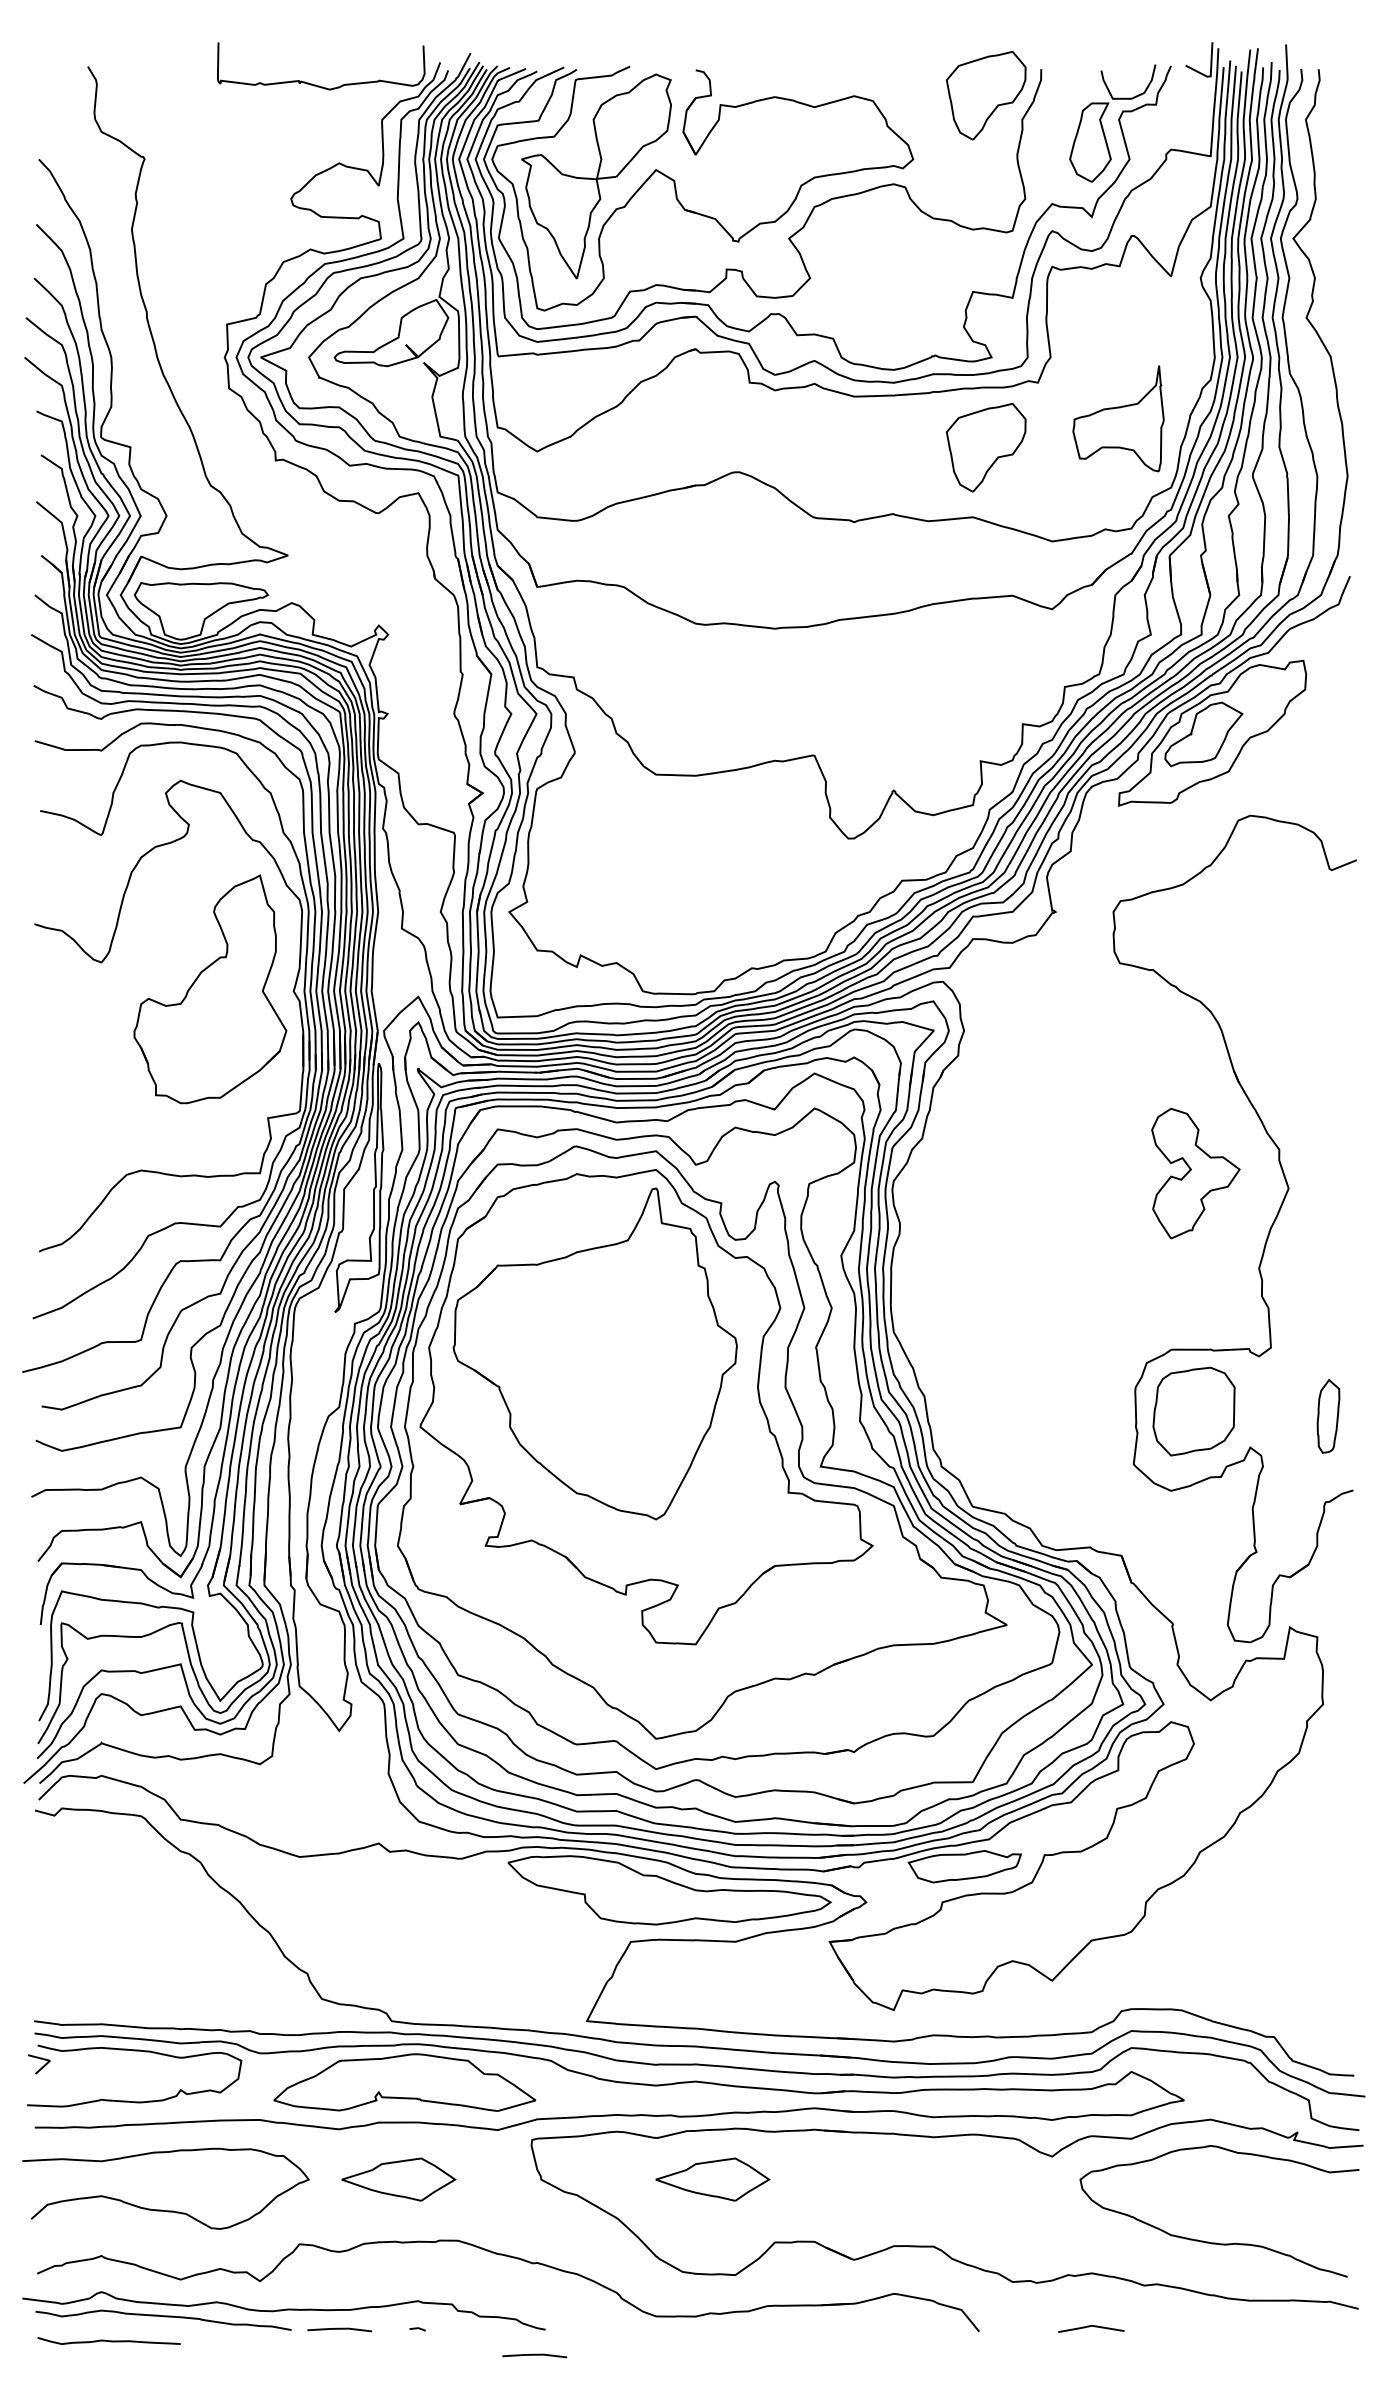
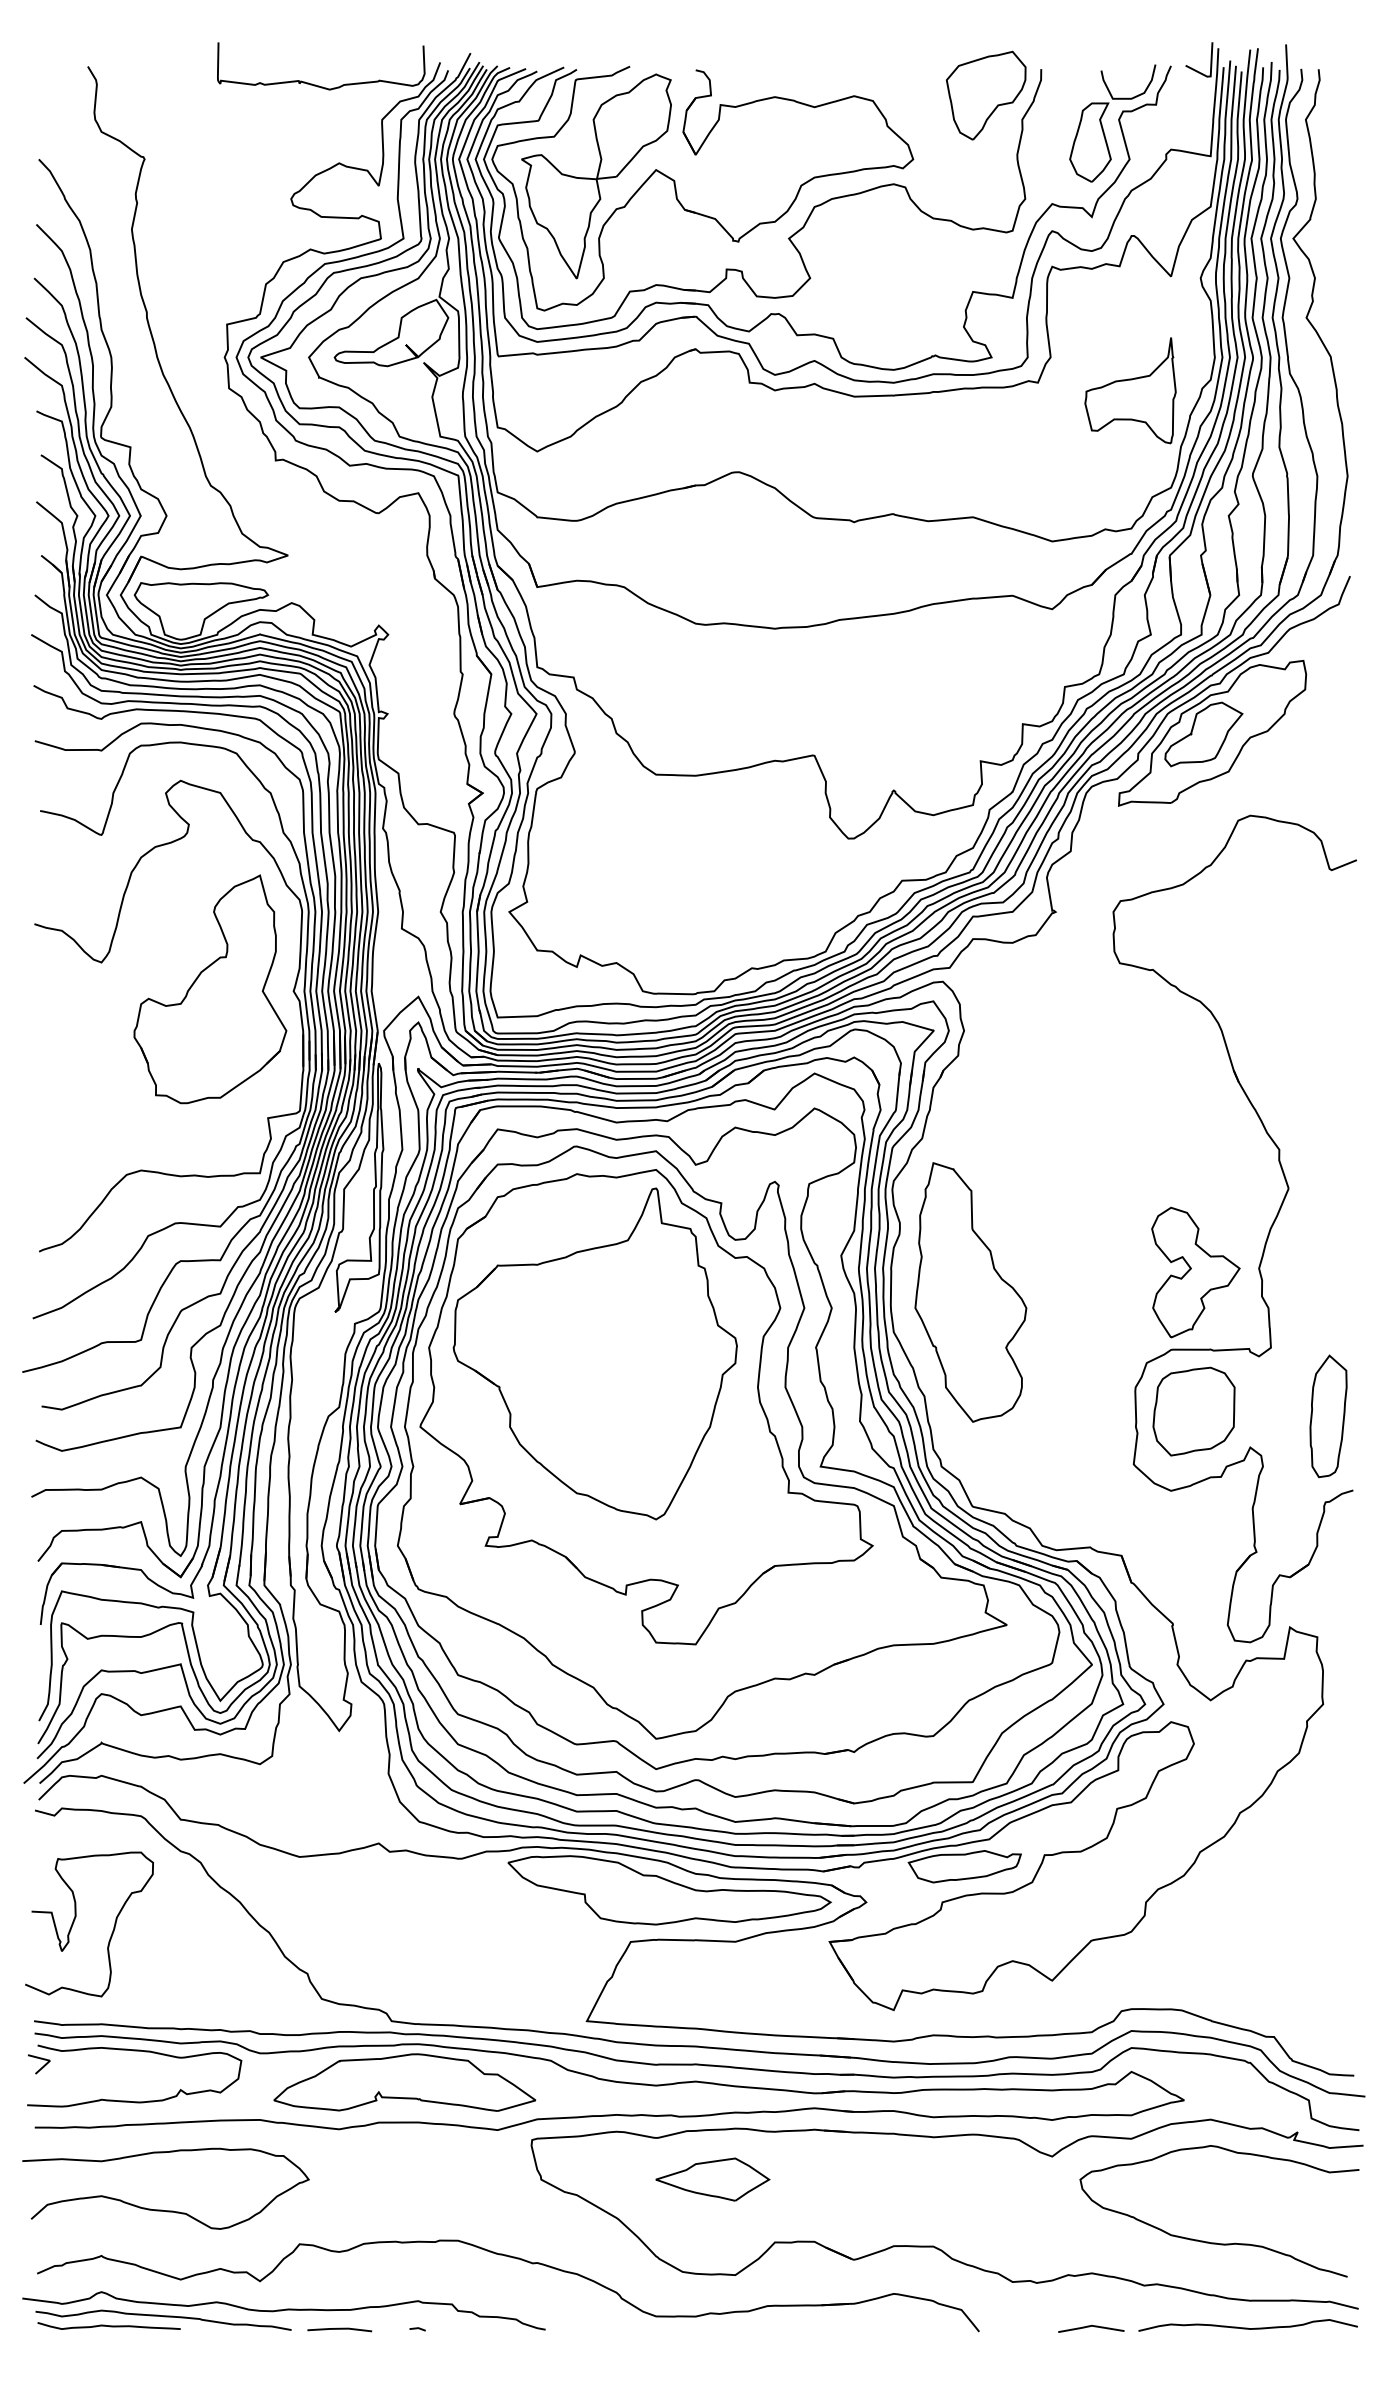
part at (1118, 418) position: (1118, 418) -> (1130, 390)
part at (985, 447): present -> none
part at (1195, 1173) position: (1195, 1173) -> (1195, 1272)
part at (970, 1292): none -> present
part at (1328, 1416) size: 25x75 px -> 39x125 px
curve at (76, 1917): none -> present
part at (398, 2179): present -> none
curve at (1247, 2327): none -> present
curve at (108, 2340) position: (108, 2340) -> (108, 2325)
line at (534, 2355): present -> none
